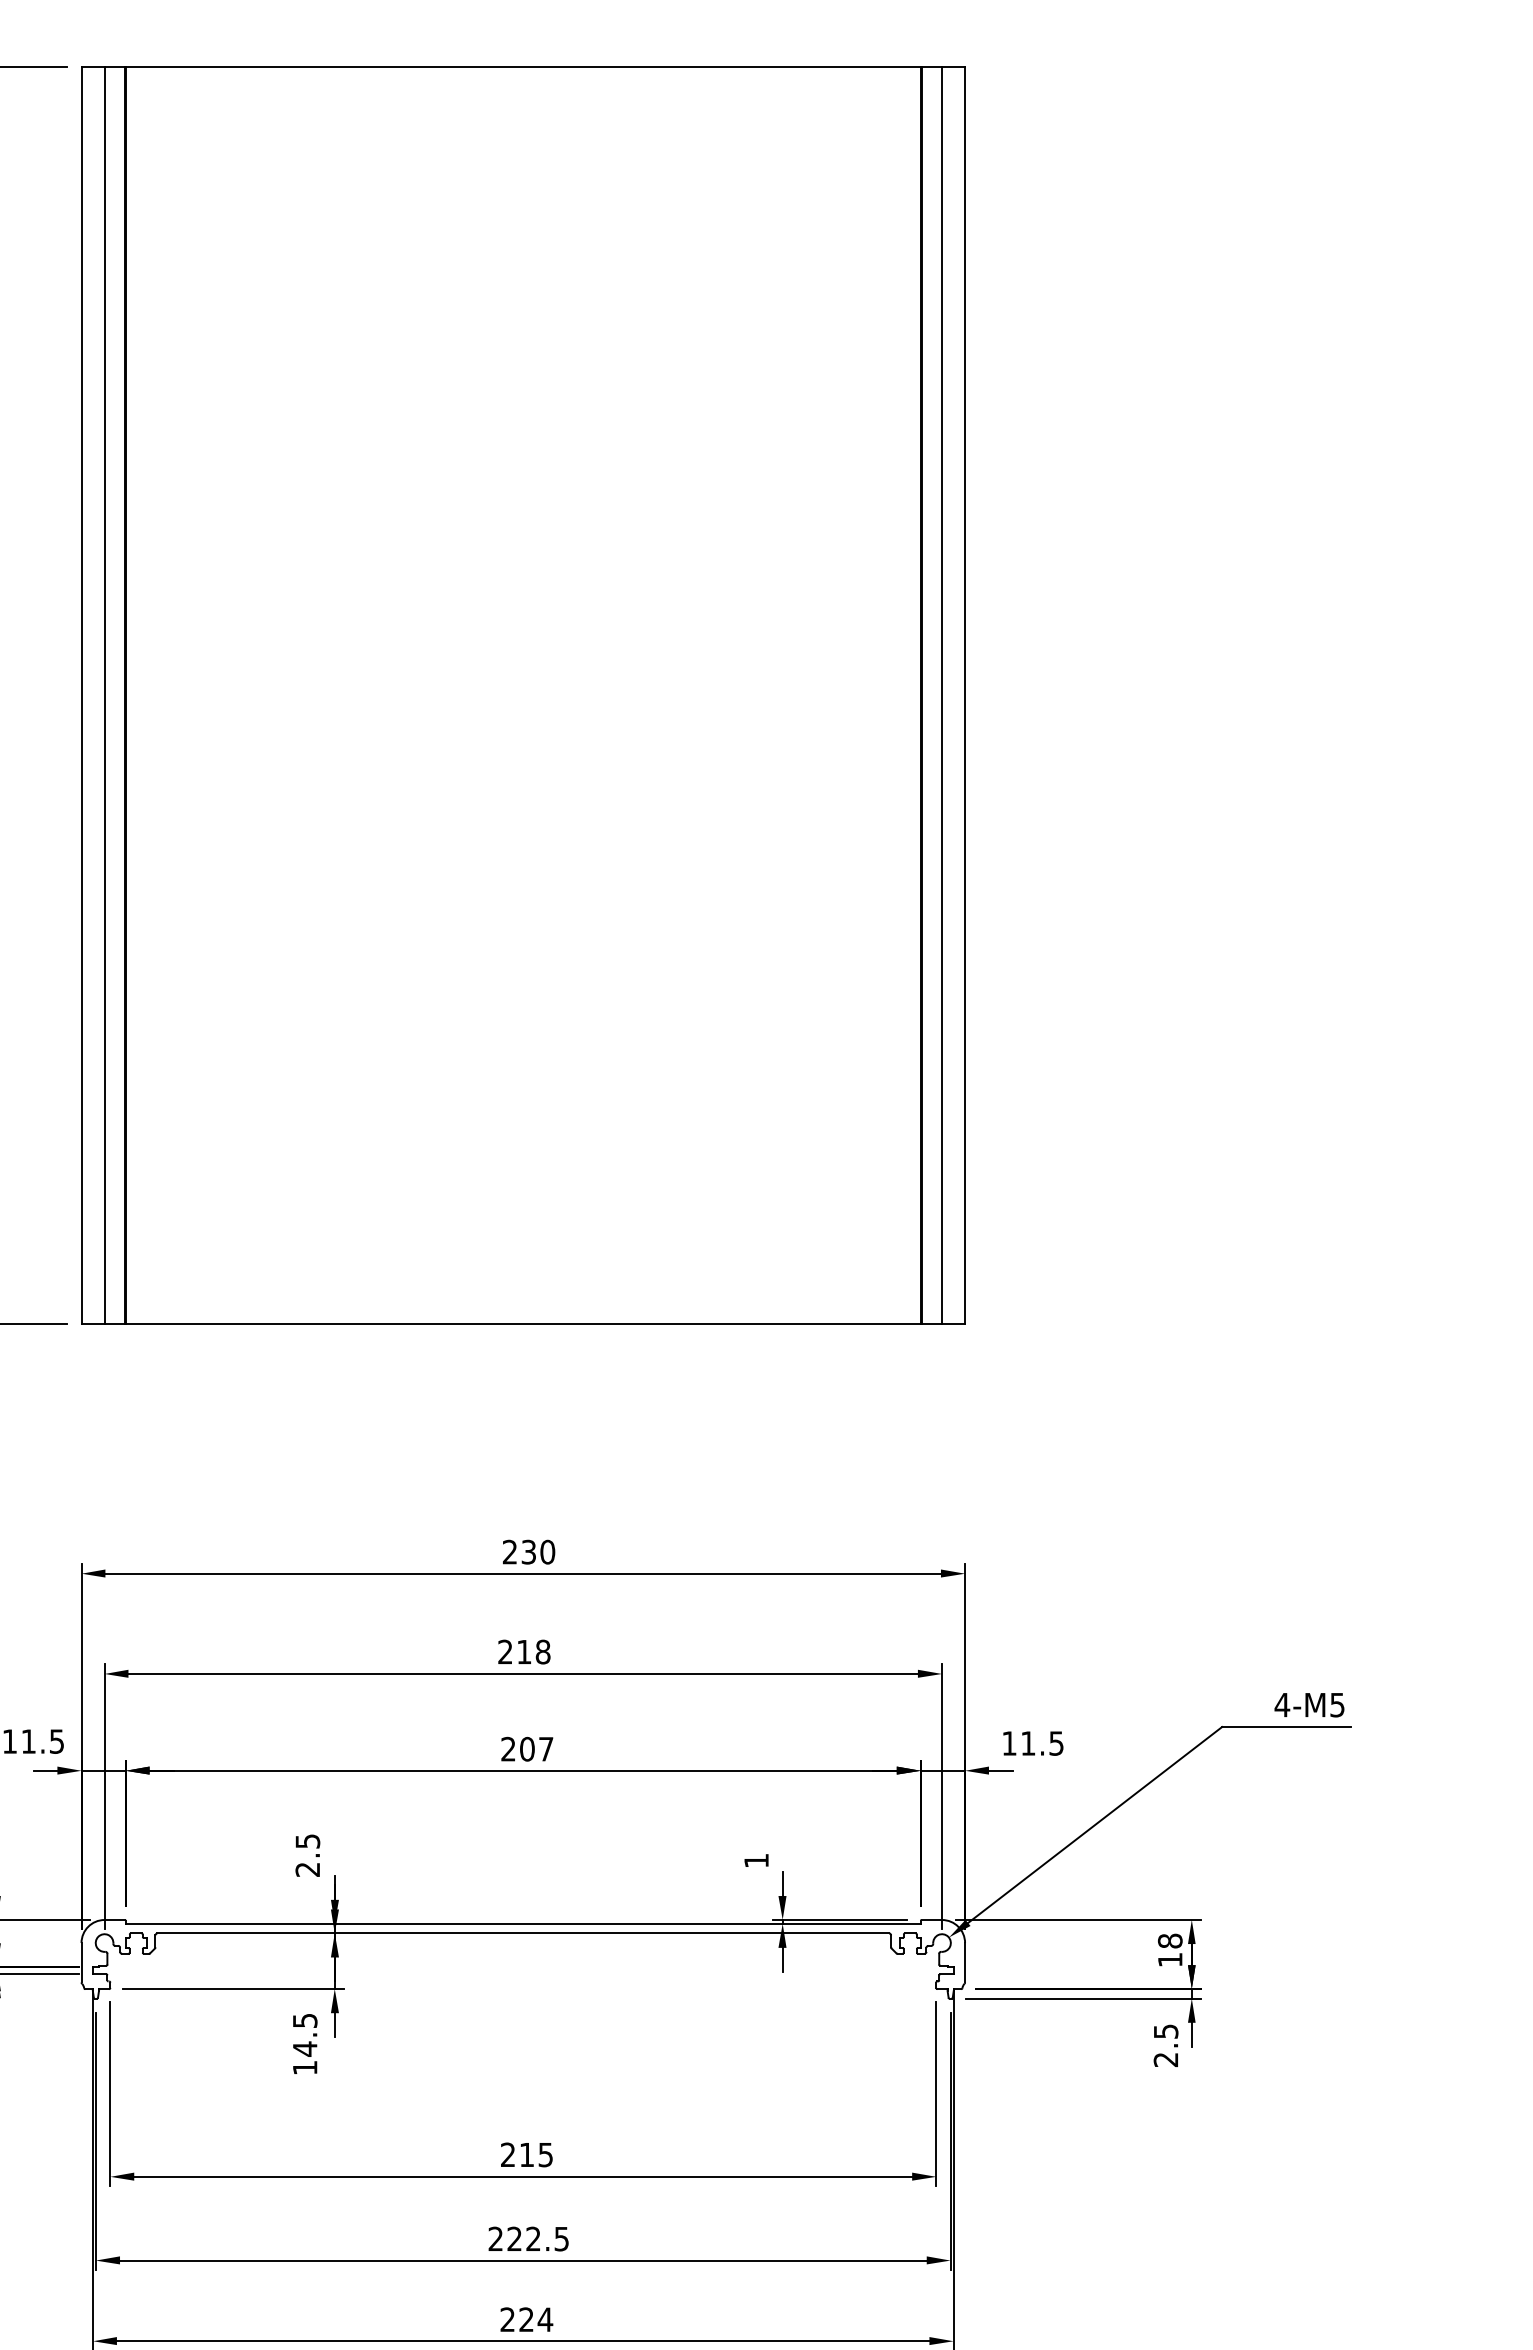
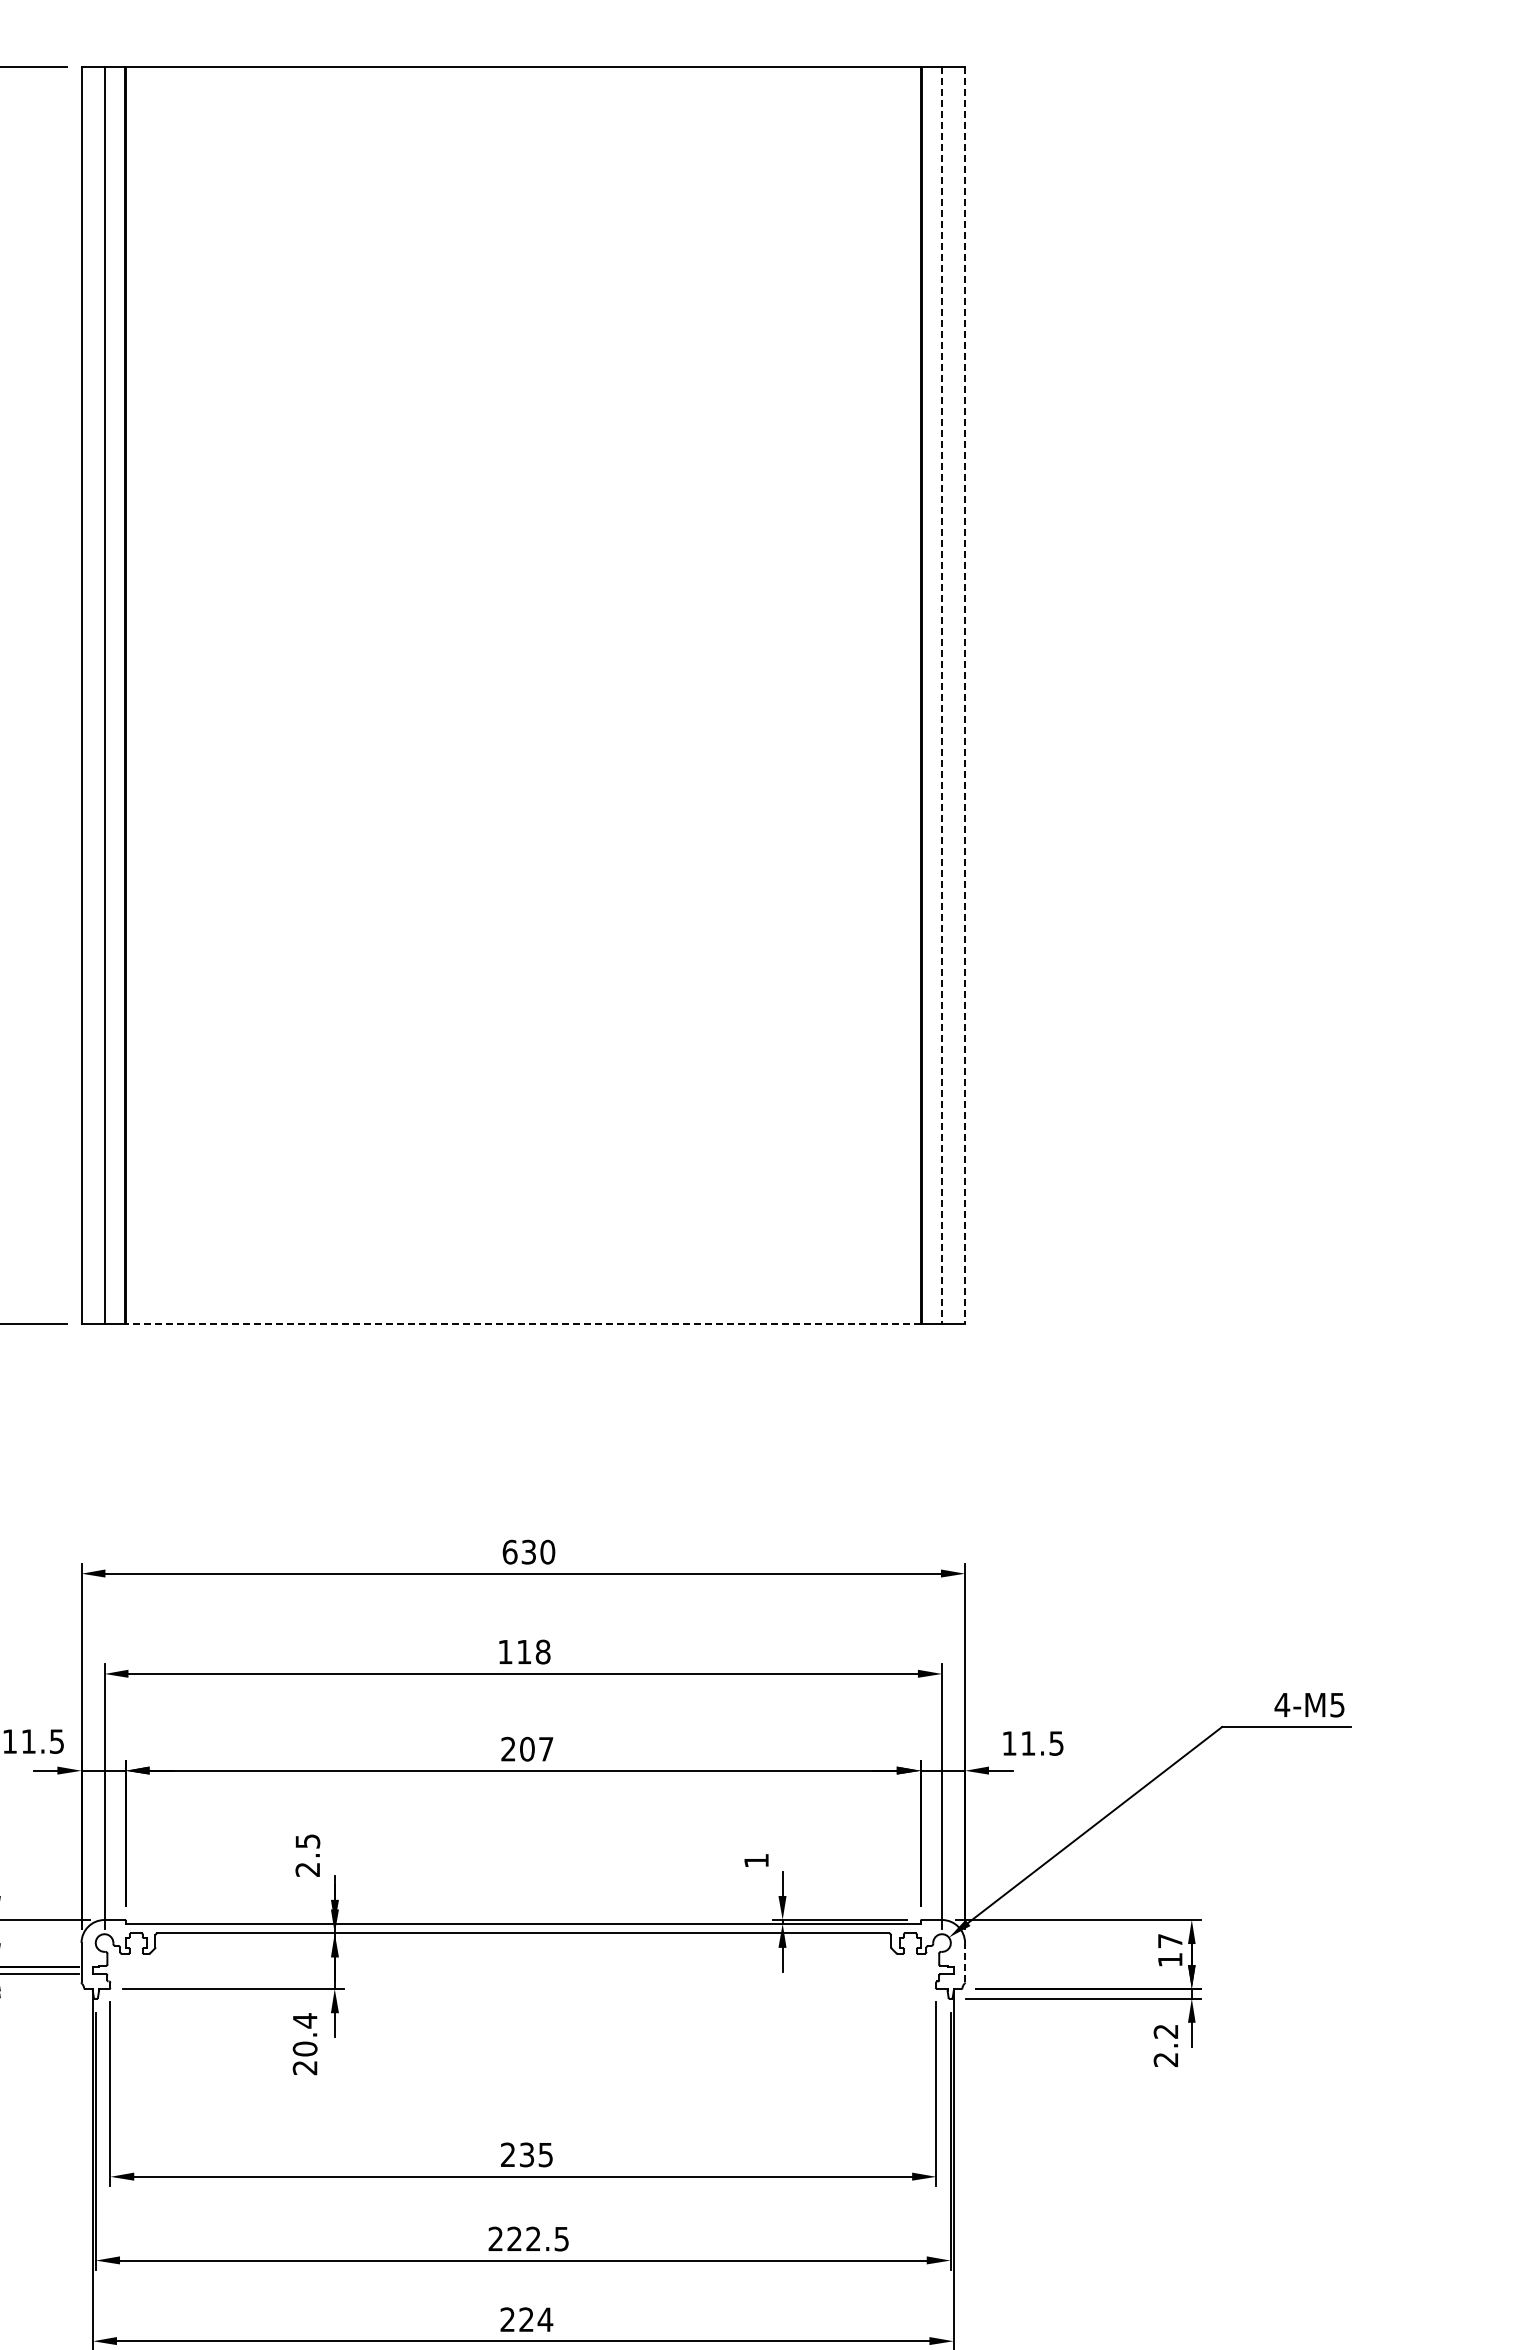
line at (942, 695): solid -> dashed
line at (965, 695): solid -> dashed
line at (523, 1323): solid -> dashed
text at (509, 1551): 230 -> 630
text at (505, 1651): 218 -> 118
text at (1169, 1940): 18 -> 17
line at (965, 1962): solid -> dashed
text at (1165, 2031): 2.5 -> 2.2
text at (304, 2044): 14.5 -> 20.4
text at (526, 2154): 215 -> 235
